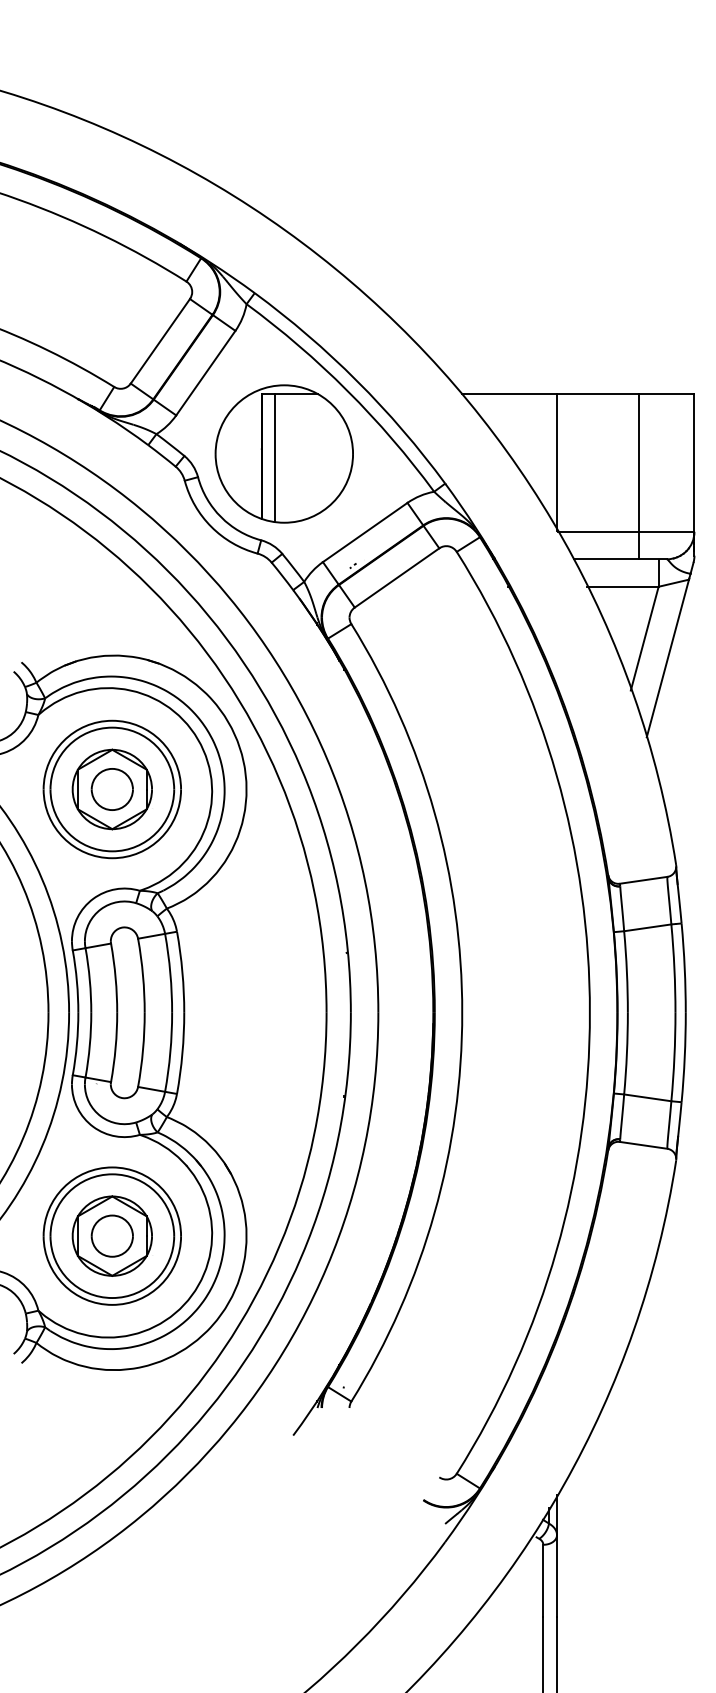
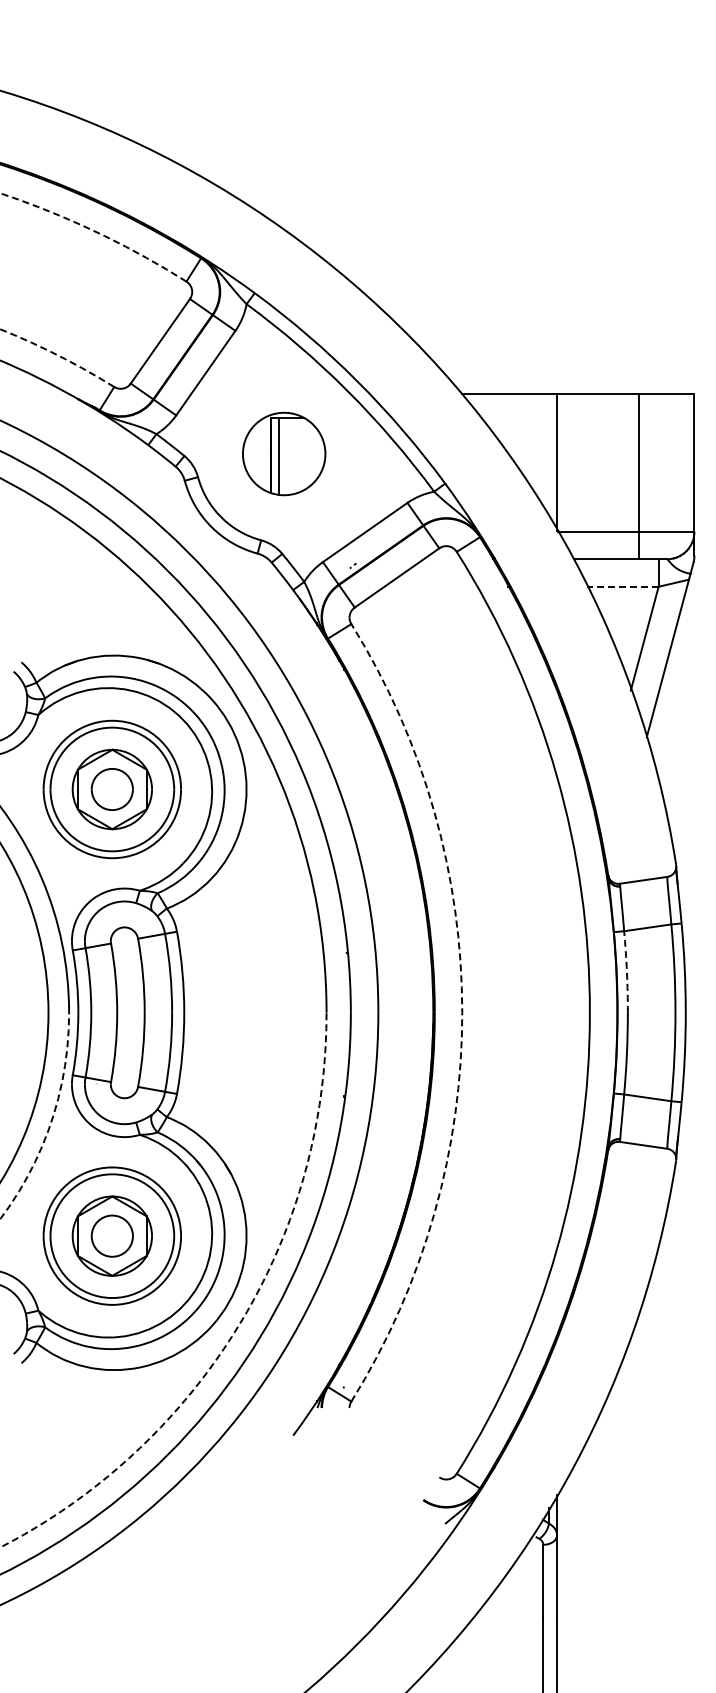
arc at (95, 231): solid -> dashed
arc at (58, 355): solid -> dashed
part at (283, 453) size: 140x140 px -> 85x86 px
line at (622, 586): solid -> dashed
arc at (626, 972): solid -> dashed
arc at (462, 1012): solid -> dashed
arc at (51, 1121): solid -> dashed
arc at (240, 1323): solid -> dashed
